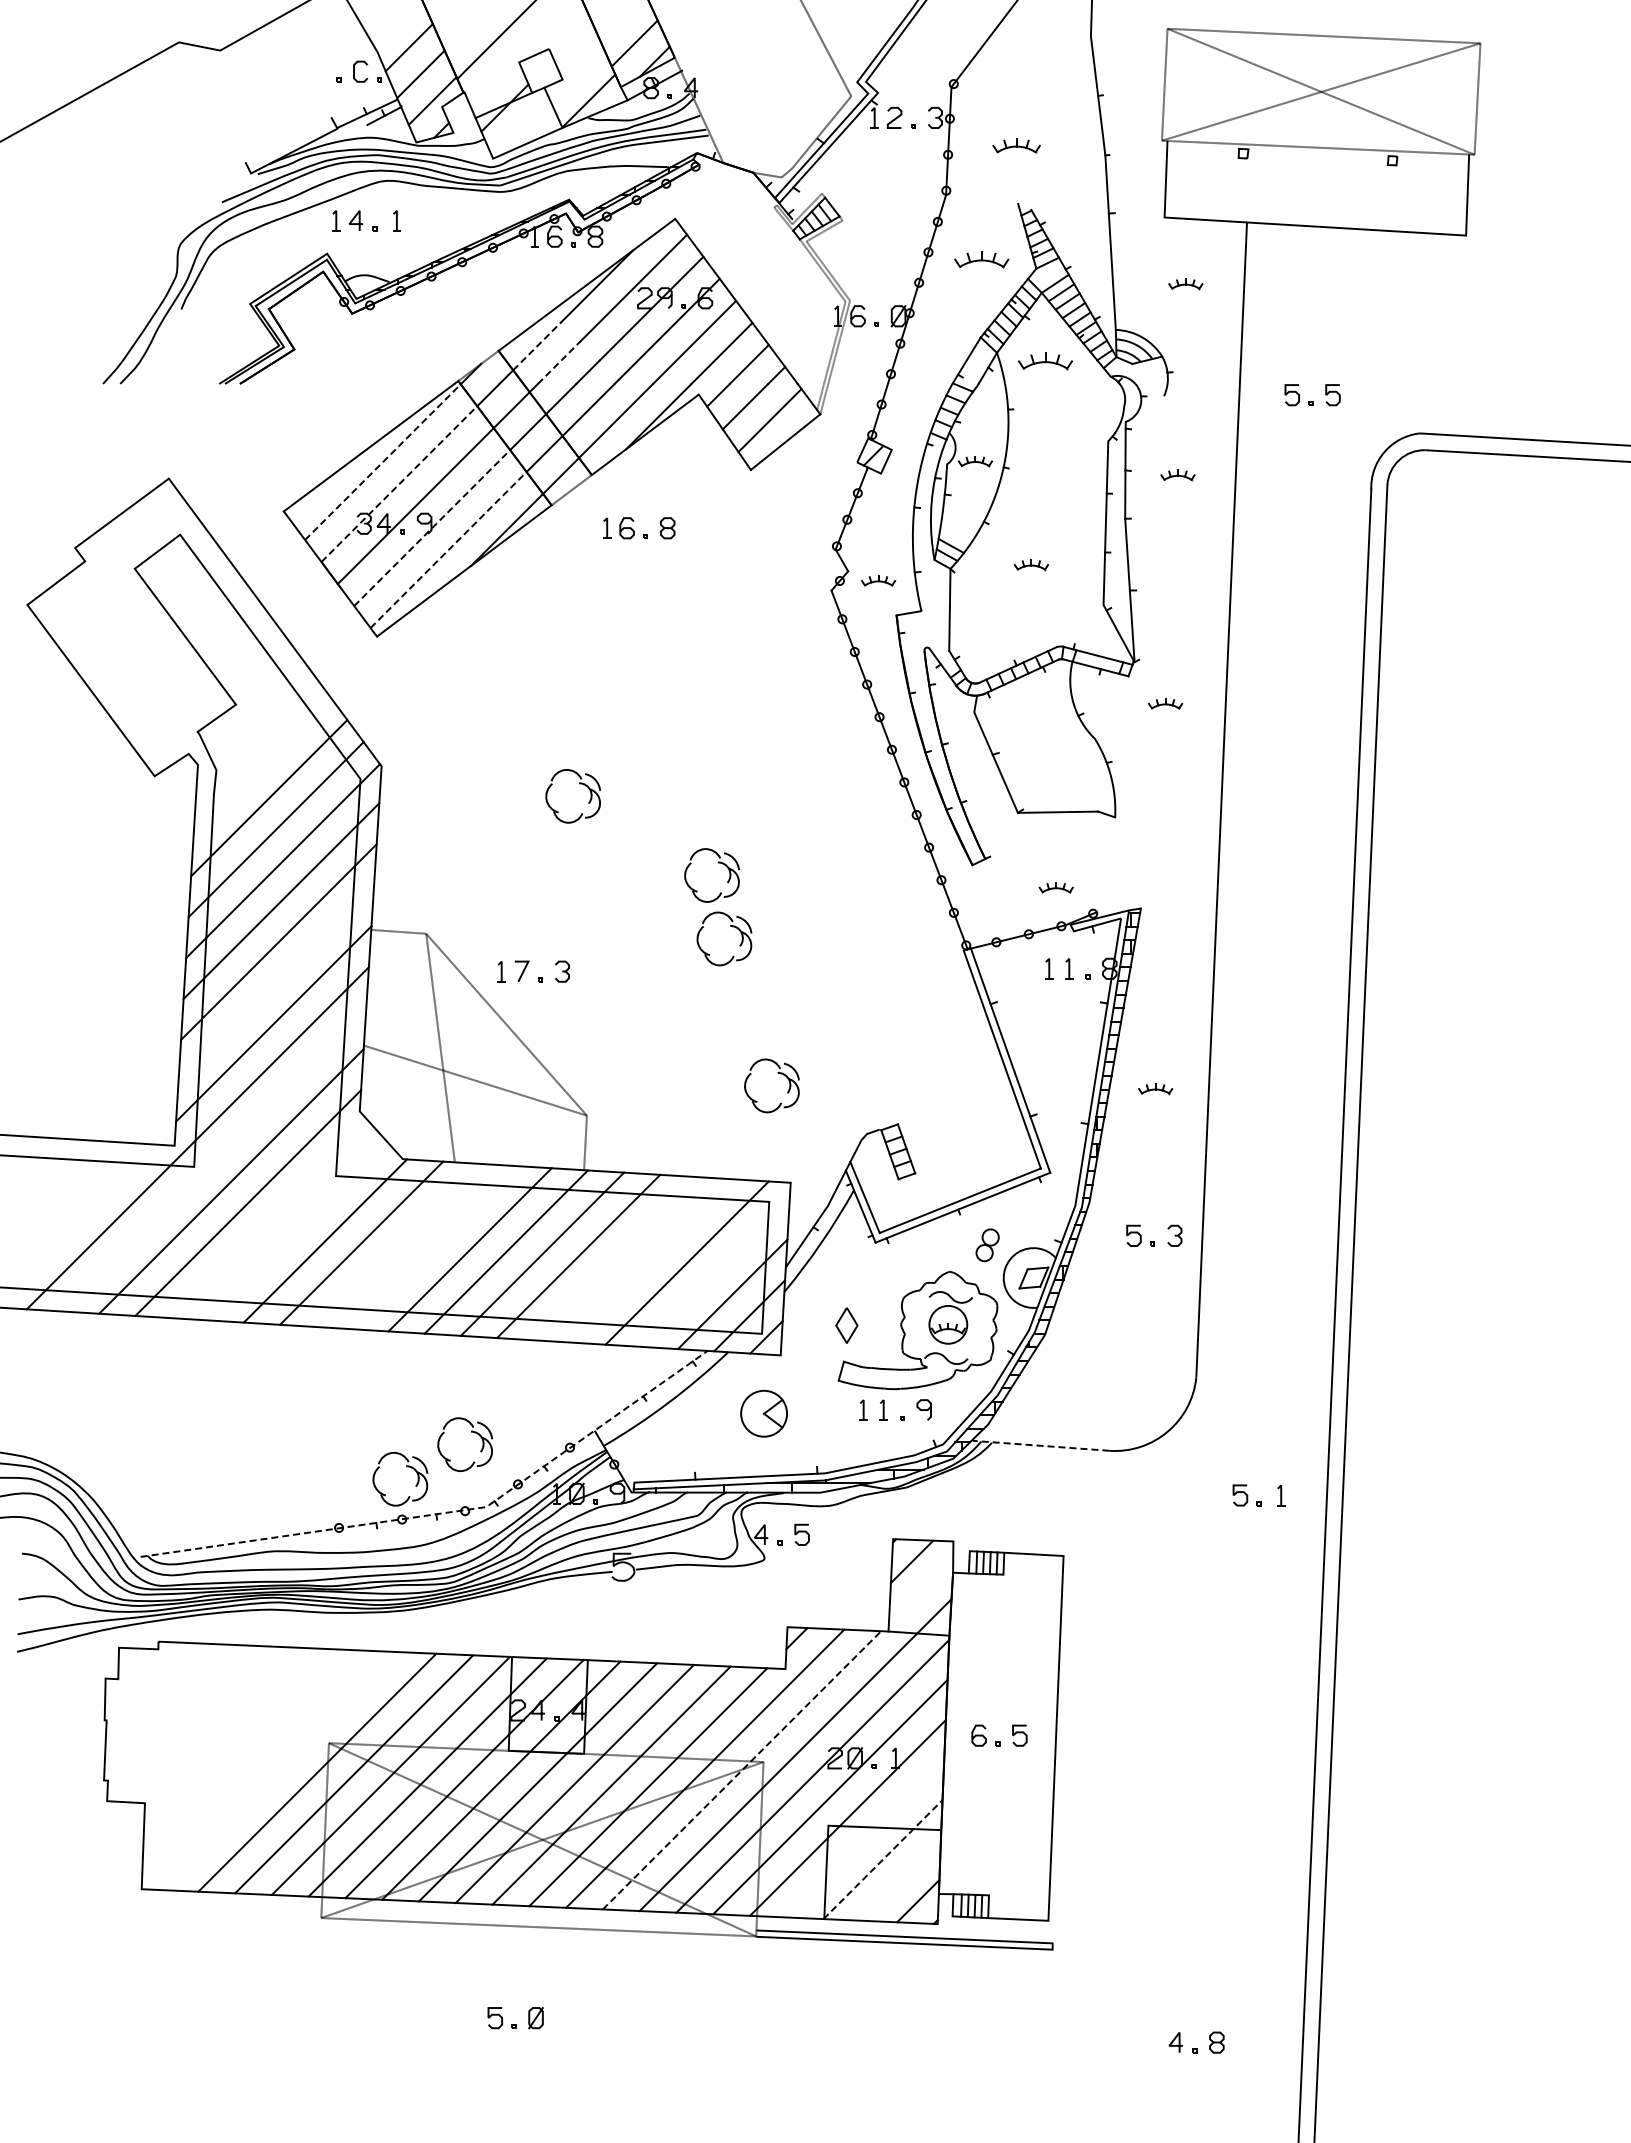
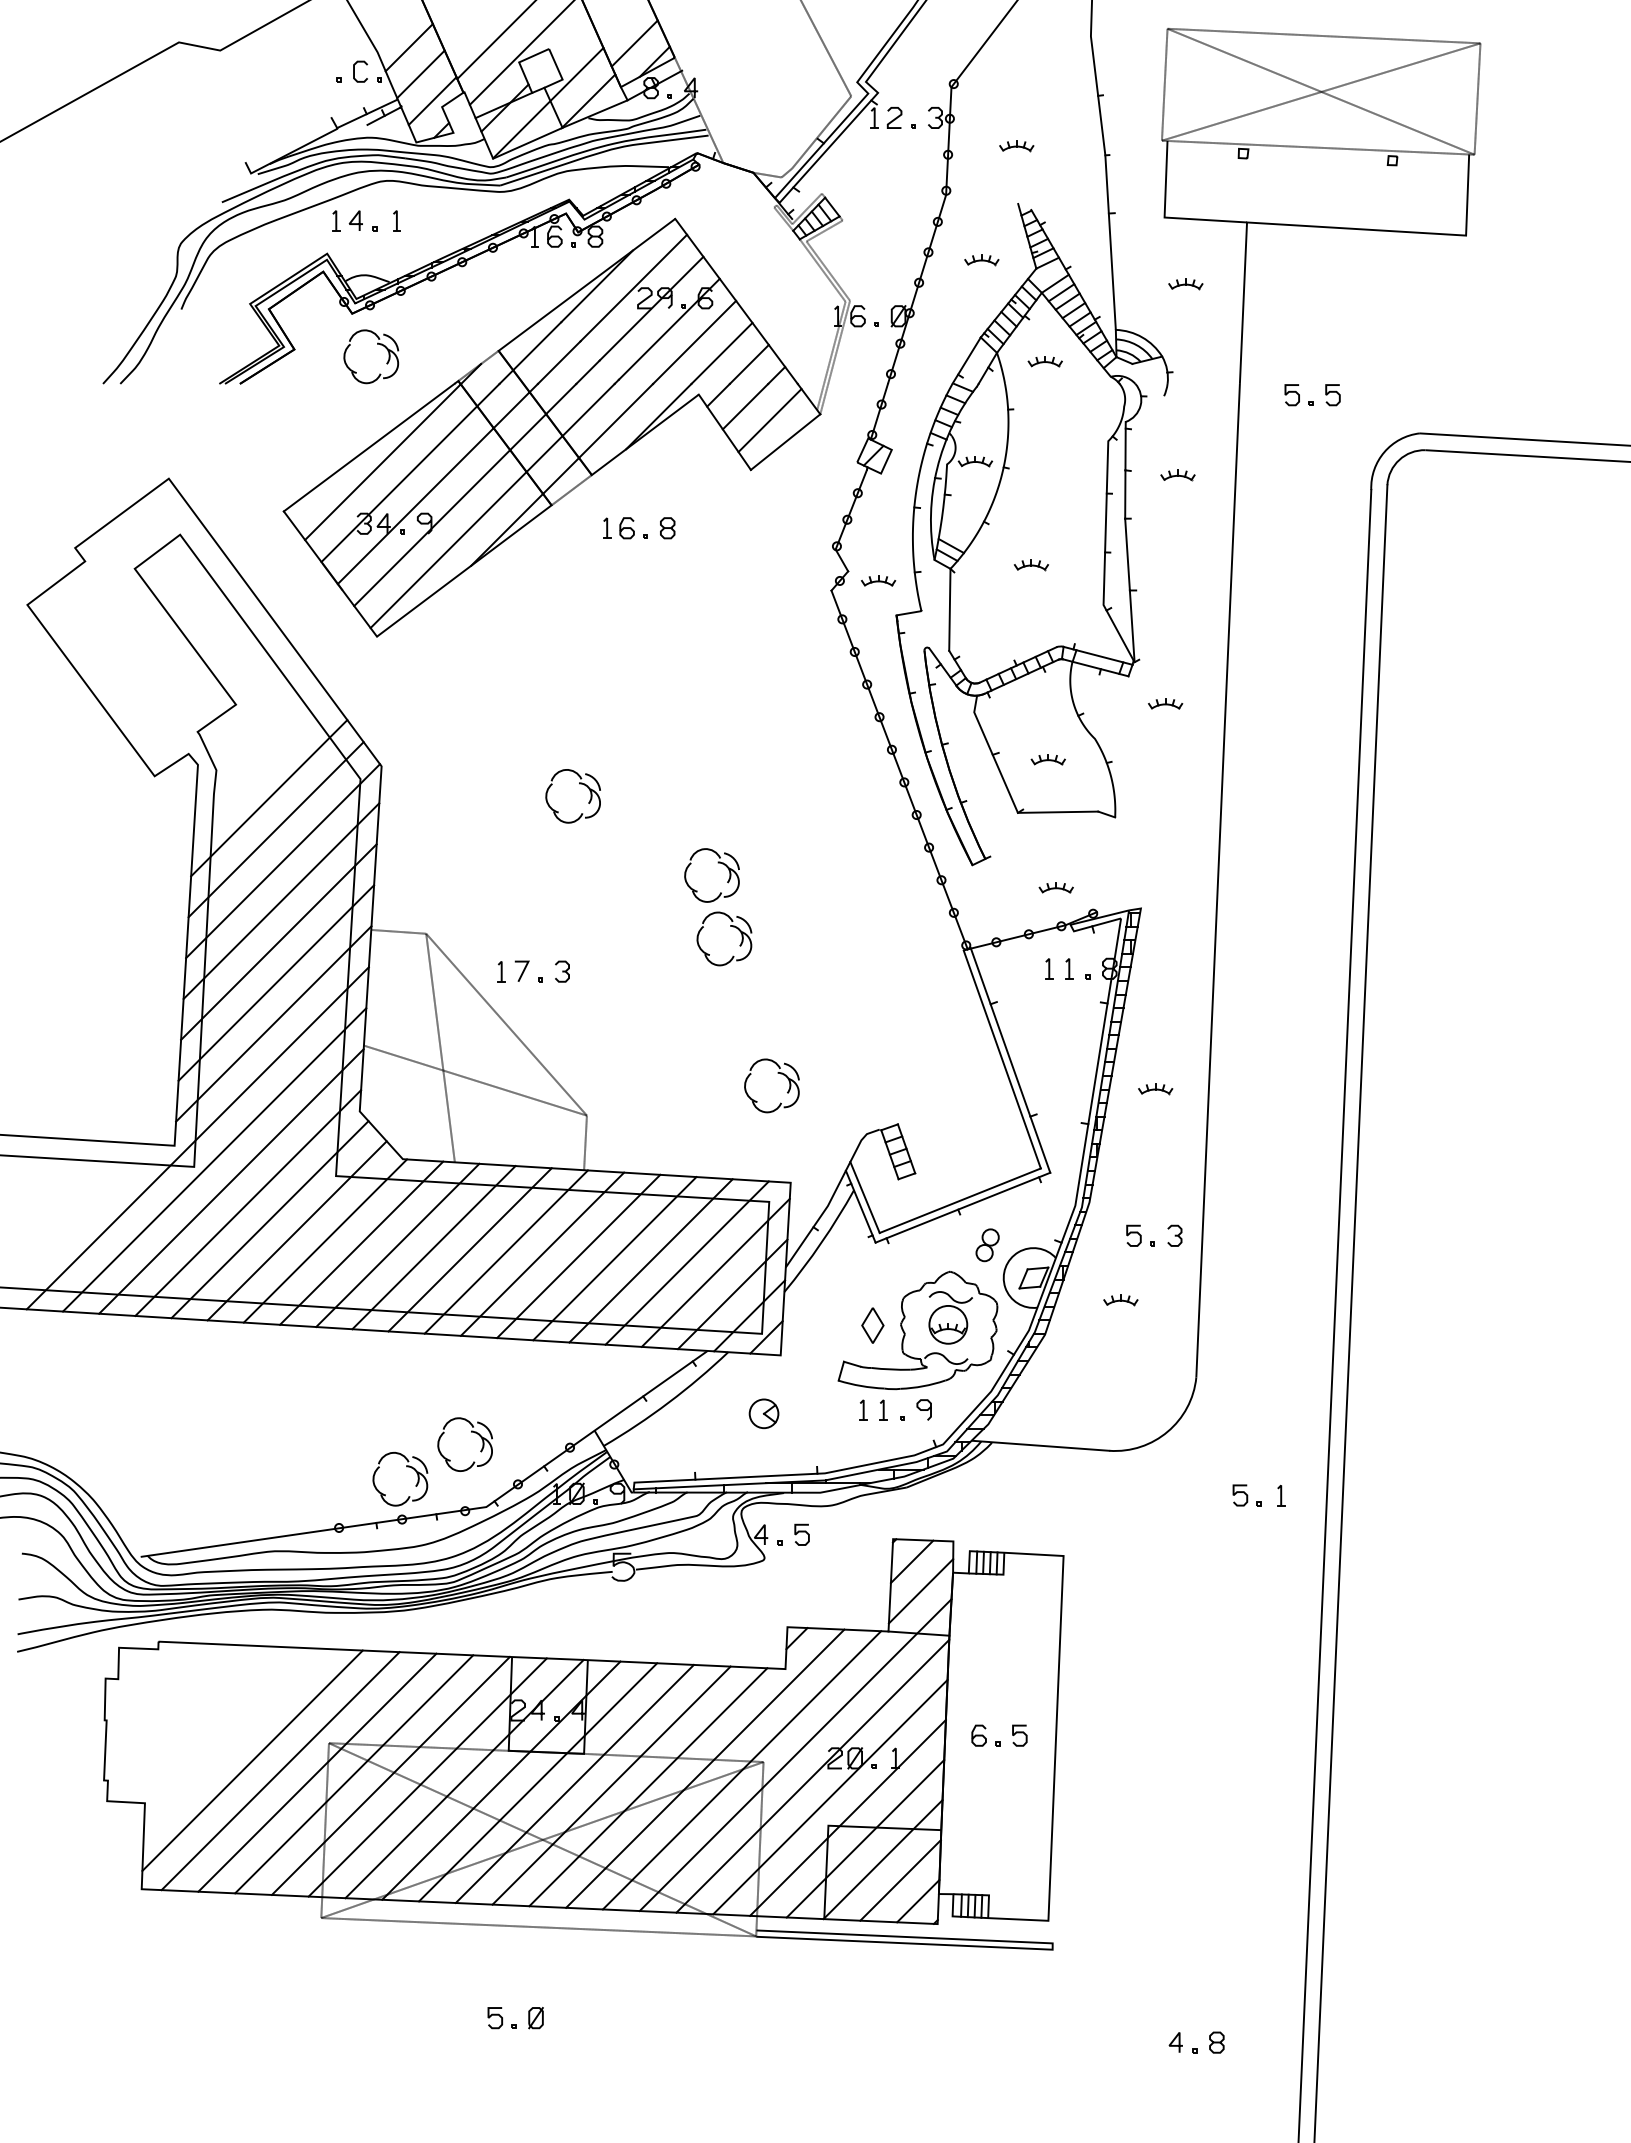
line at (520, 53): none -> present
line at (548, 103): none -> present
part at (1016, 145) size: 49x16 px -> 36x13 px
part at (981, 259) size: 56x18 px -> 36x13 px
part at (377, 344): none -> present
line at (537, 345): dashed -> solid
part at (1045, 361) size: 55x19 px -> 36x12 px
line at (559, 362): dashed -> solid
line at (383, 461): dashed -> solid
line at (399, 483): dashed -> solid
line at (432, 527): dashed -> solid
line at (448, 549): dashed -> solid
part at (1047, 759): none -> present
line at (276, 982): none -> present
line at (214, 1159): none -> present
line at (269, 1219): none -> present
line at (296, 1230): none -> present
line at (397, 1245): none -> present
line at (433, 1247): none -> present
line at (614, 1258): none -> present
line at (650, 1260): none -> present
line at (715, 1272): none -> present
part at (1120, 1300): none -> present
part at (846, 1325) position: (846, 1325) -> (872, 1325)
part at (763, 1413) size: 48x49 px -> 32x32 px
line at (1040, 1445): dashed -> solid
line at (447, 1512): dashed -> solid
line at (920, 1591): none -> present
line at (252, 1760): none -> present
line at (742, 1770): dashed -> solid
line at (280, 1771): none -> present
line at (865, 1838): none -> present
line at (883, 1859): dashed -> solid
line at (900, 1880): none -> present
